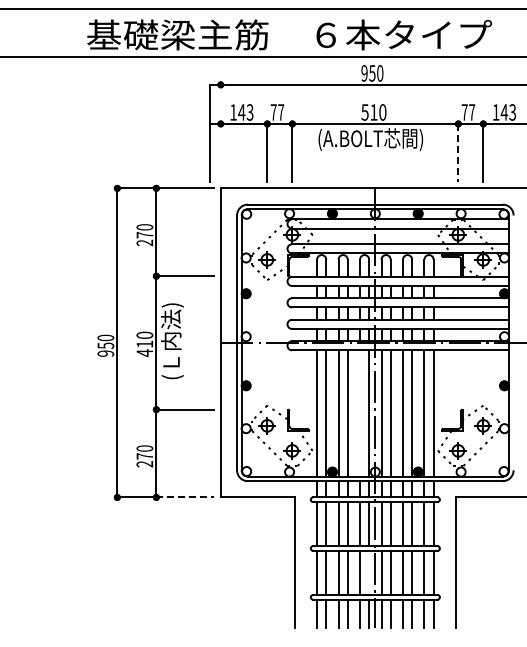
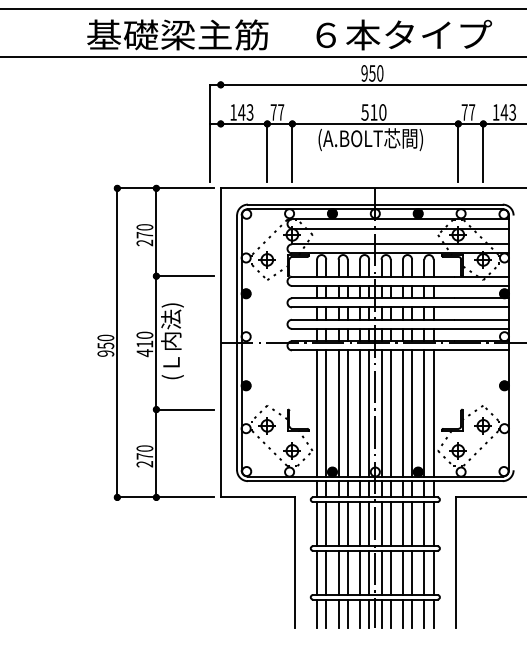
line at (458, 152): dashed -> solid
line at (360, 413): none -> present
line at (185, 497): dashed -> solid
line at (369, 572): none -> present
